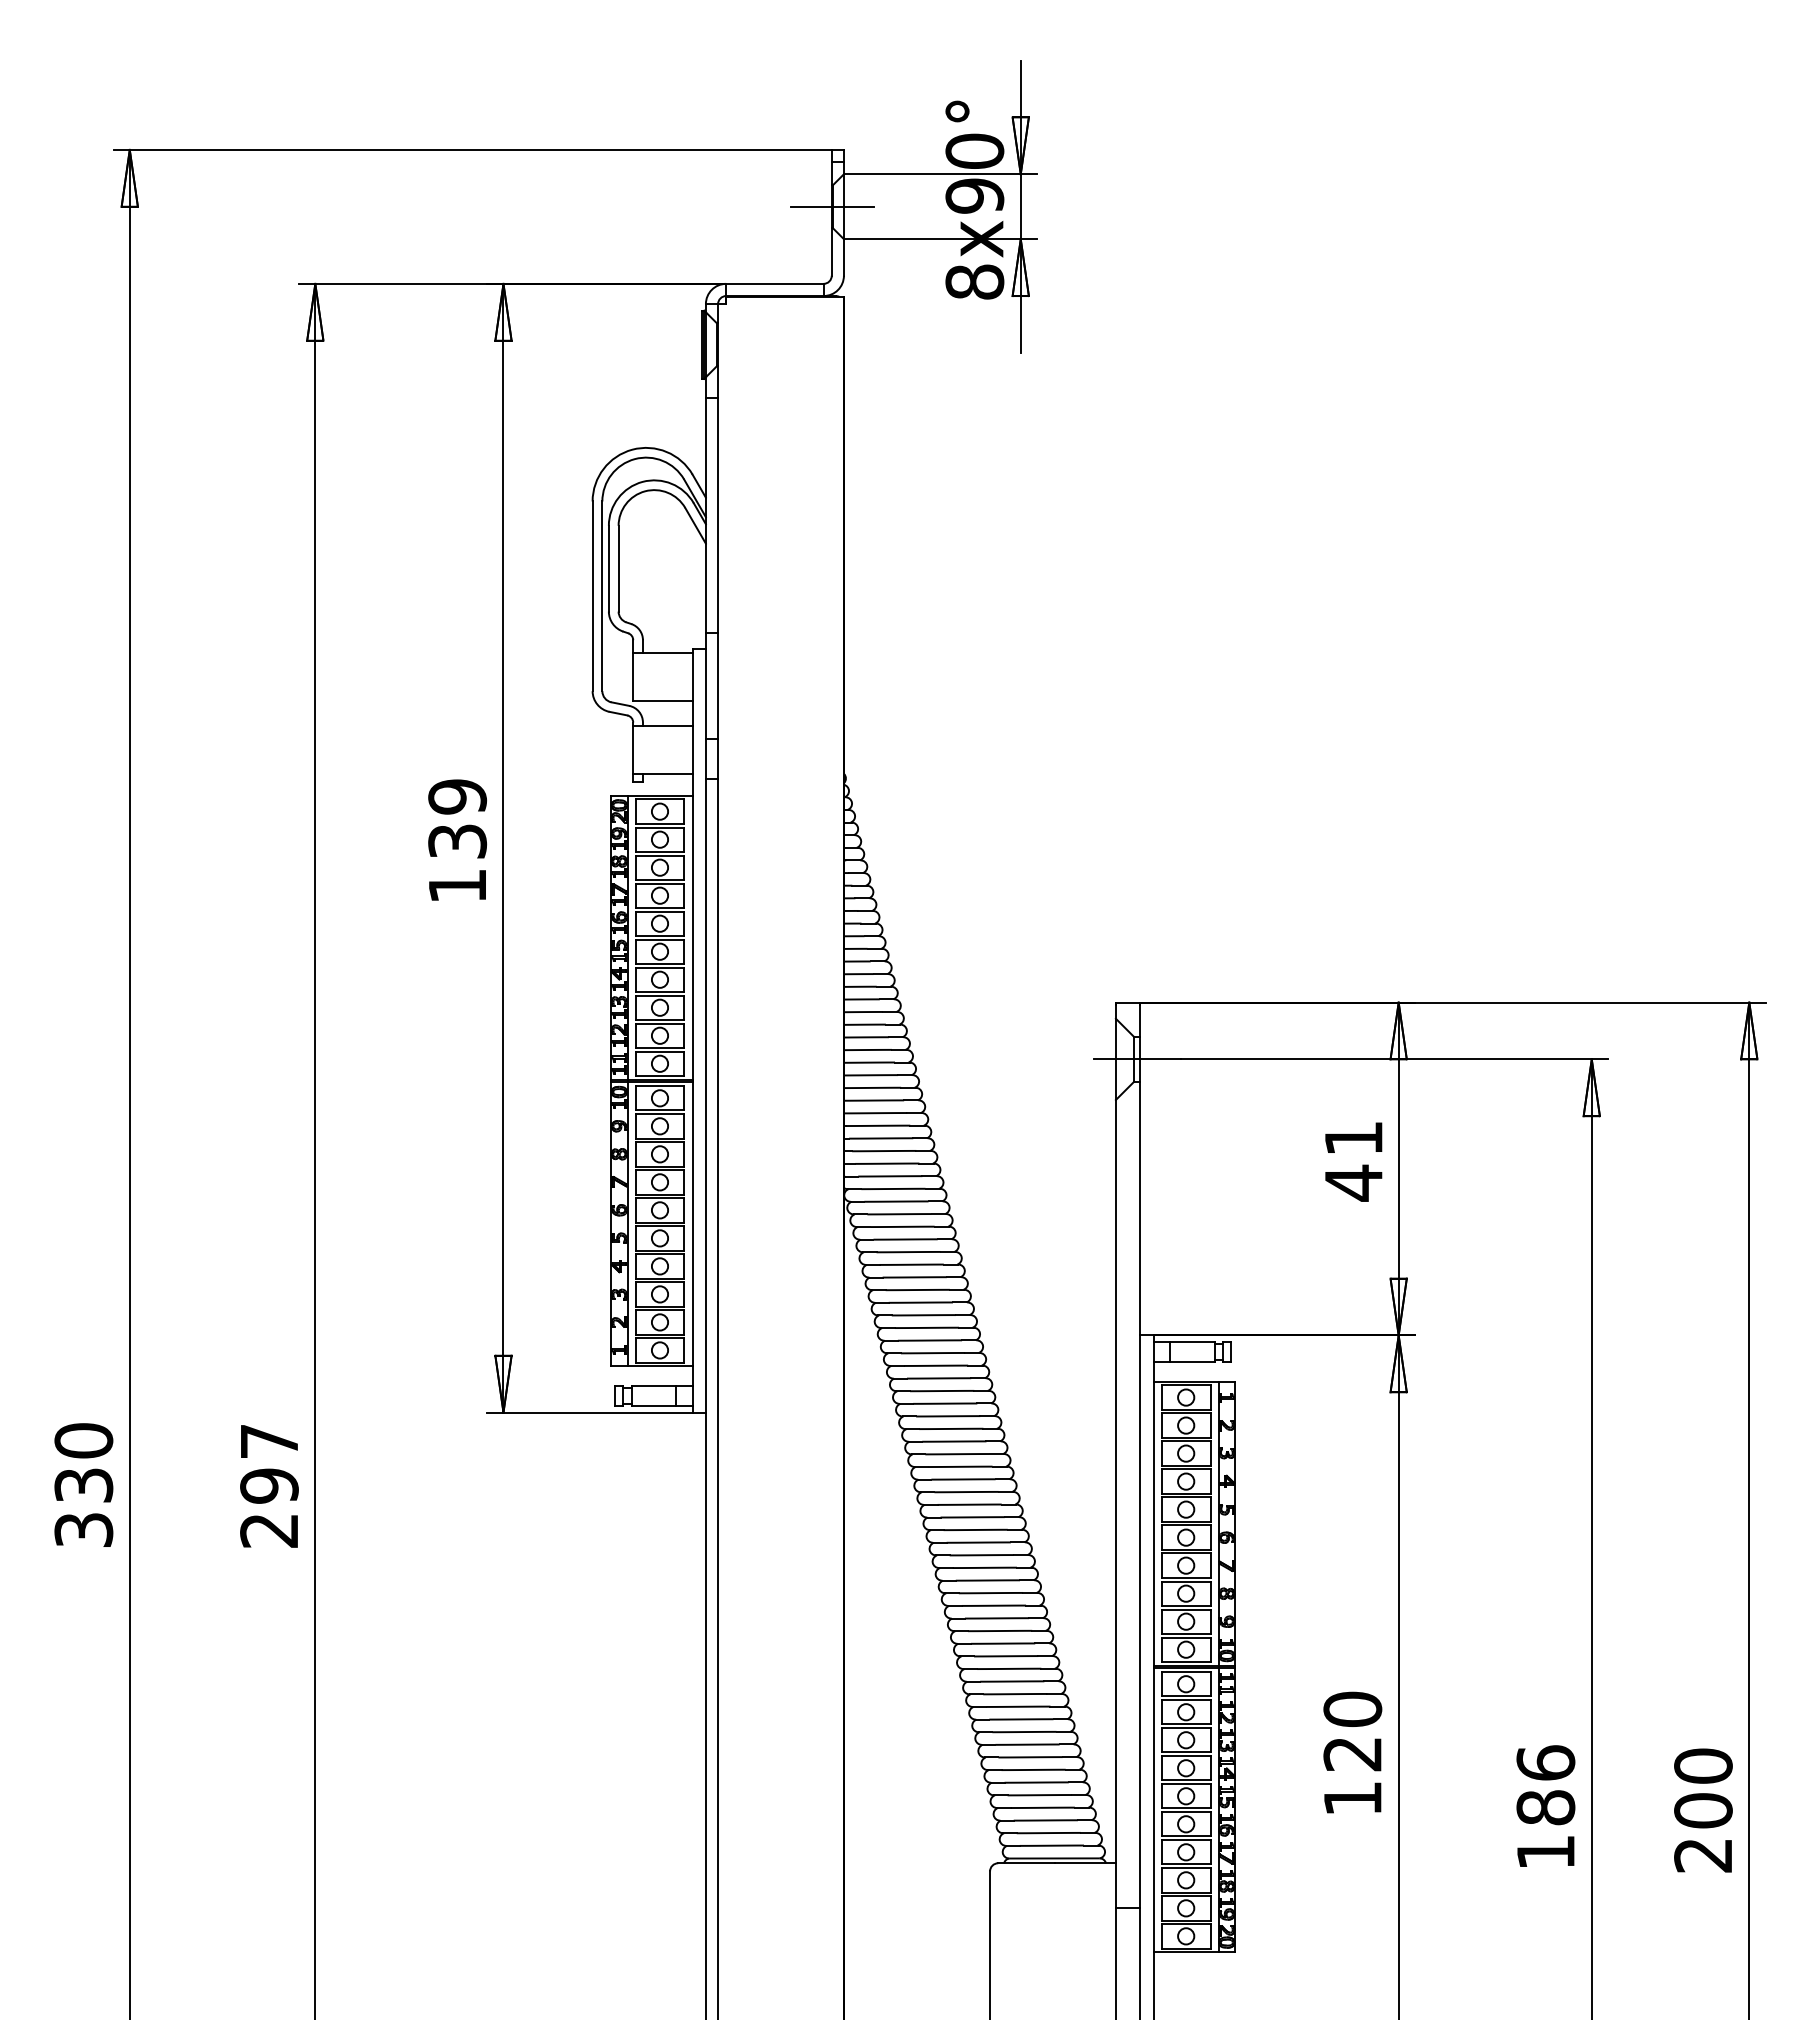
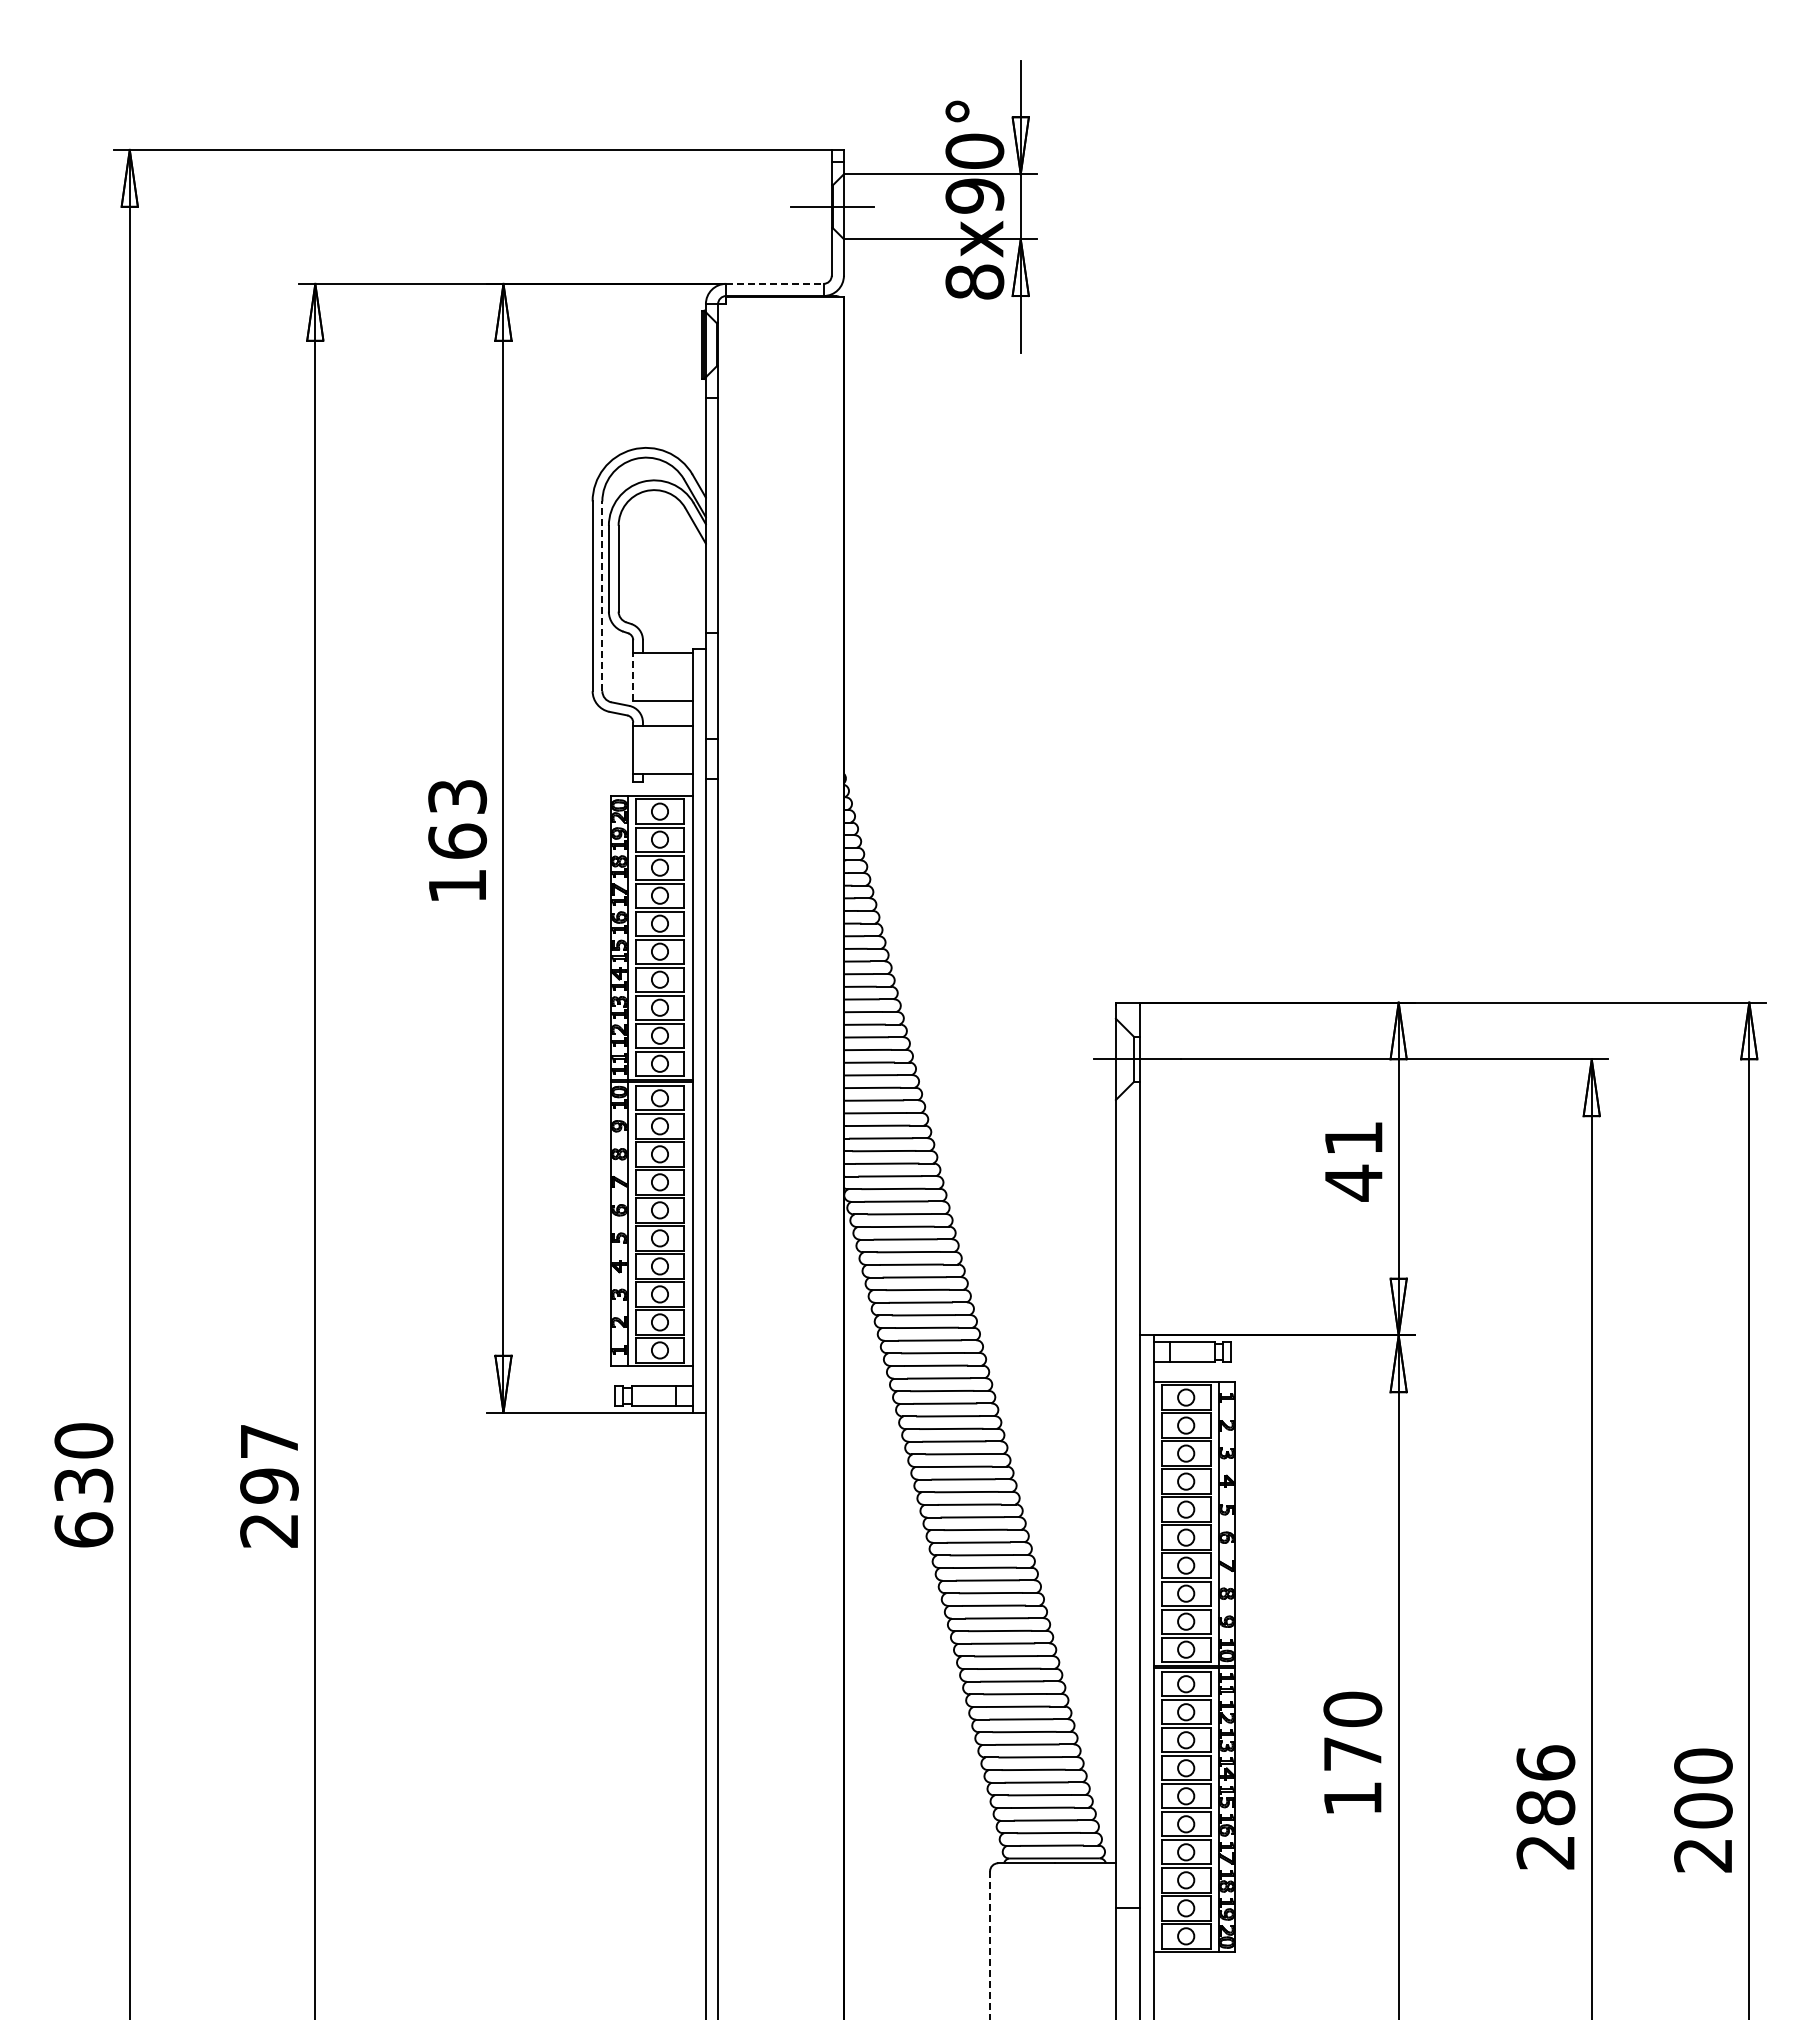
line at (774, 283): solid -> dashed
line at (602, 596): solid -> dashed
line at (633, 677): solid -> dashed
text at (457, 818): 139 -> 163
text at (83, 1529): 330 -> 630
text at (1352, 1754): 120 -> 170
text at (1545, 1852): 186 -> 286
line at (990, 1946): solid -> dashed
